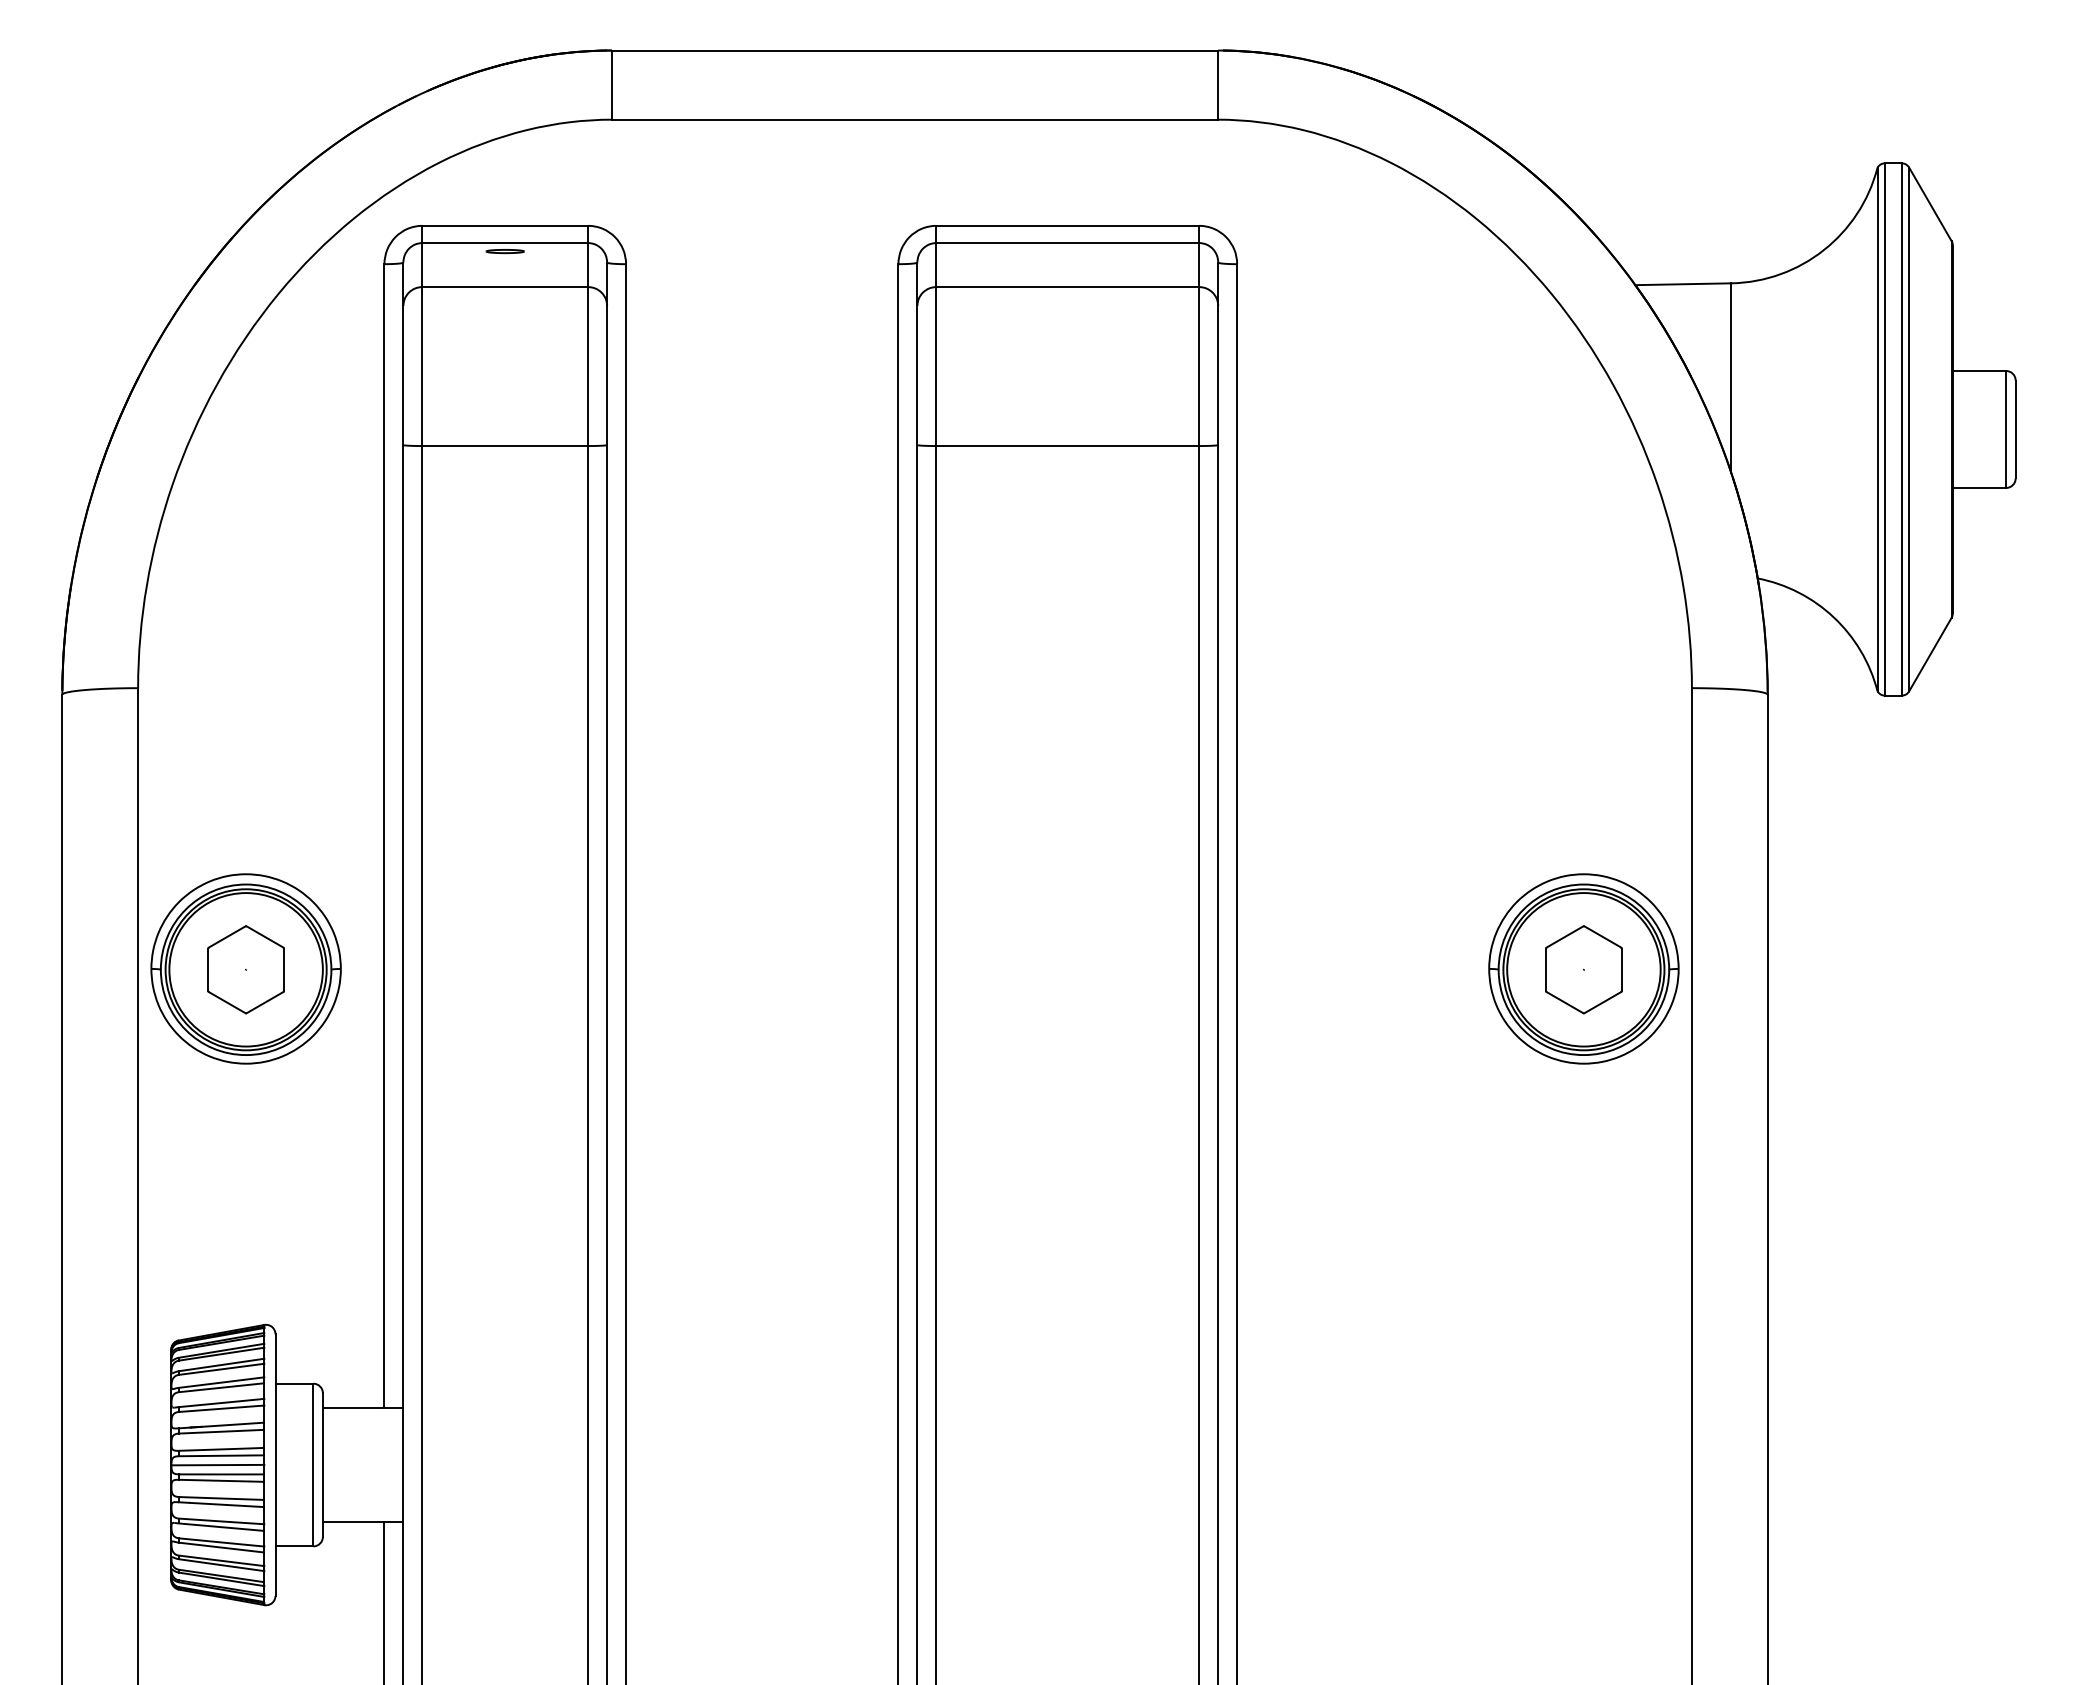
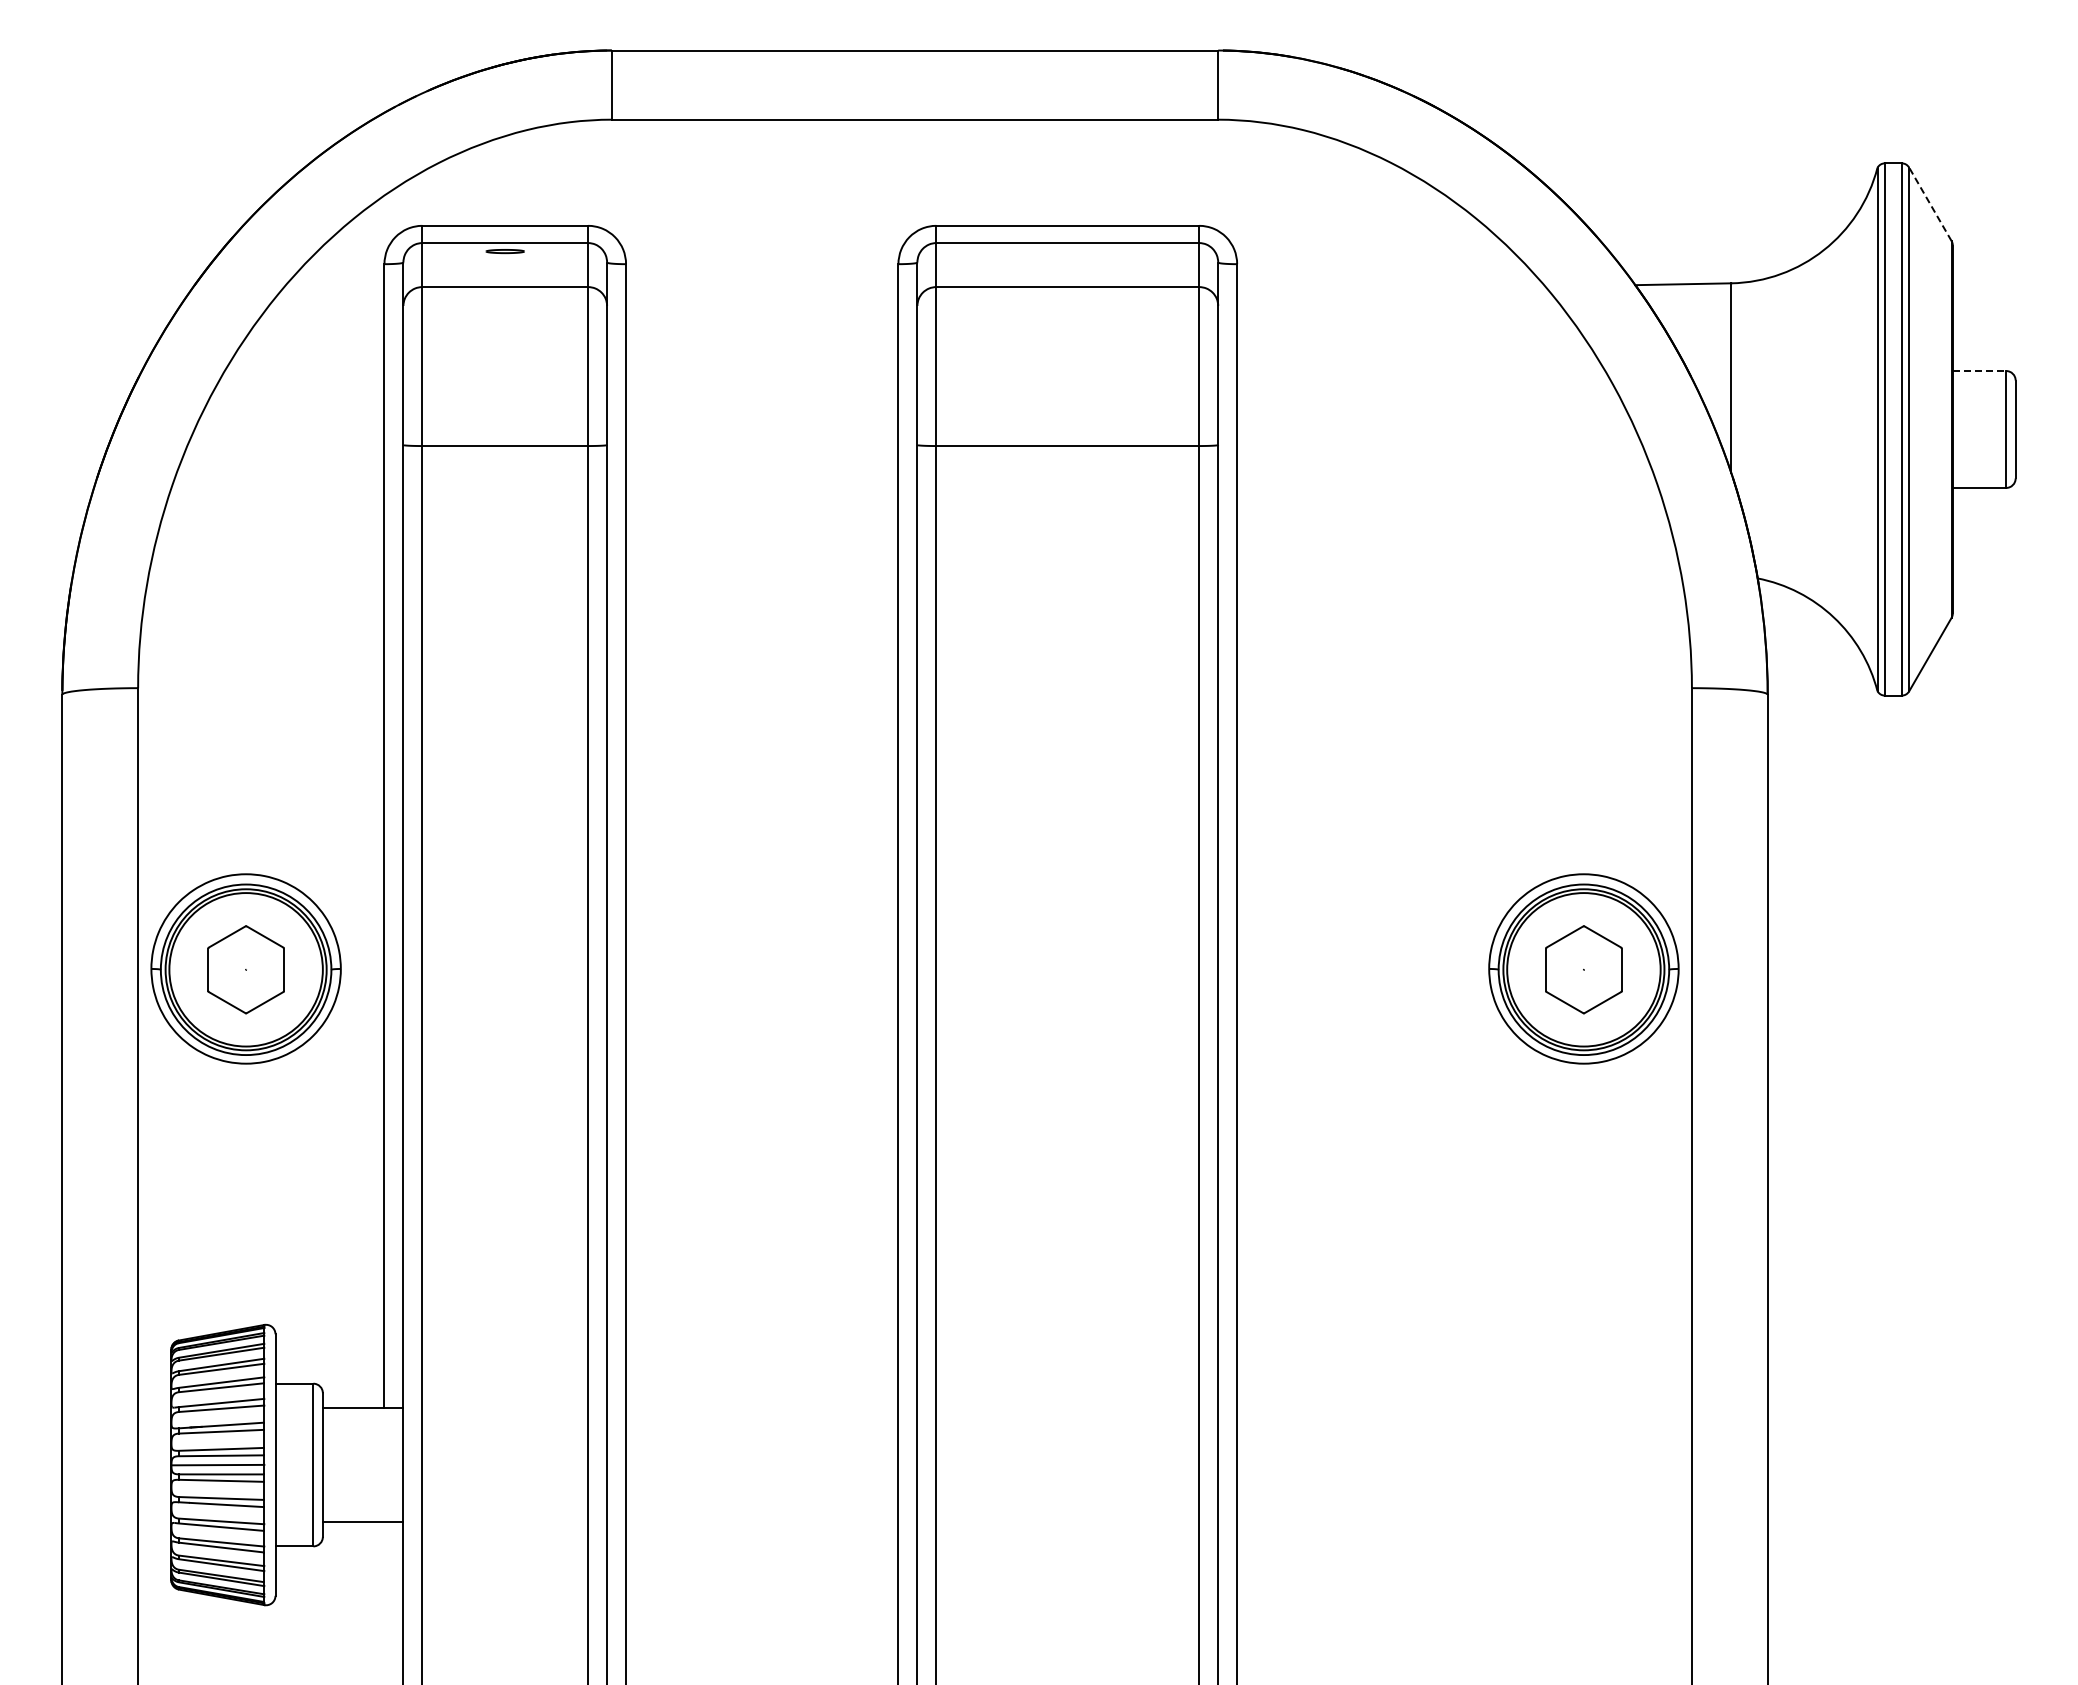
line at (1930, 203): solid -> dashed
line at (1979, 371): solid -> dashed
line at (384, 1601): present -> none
